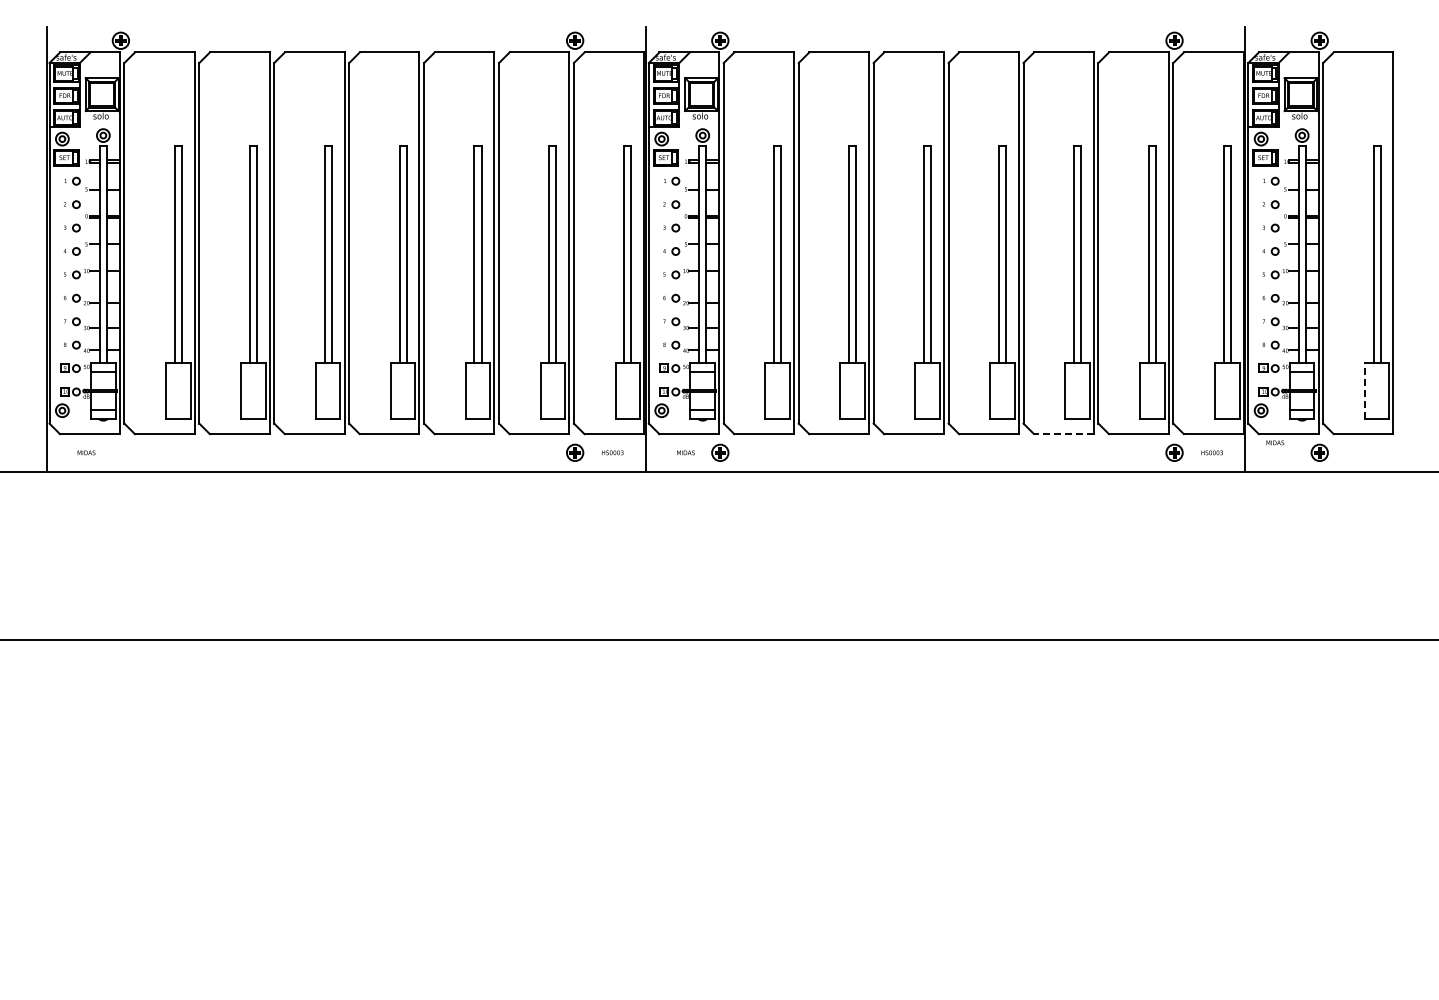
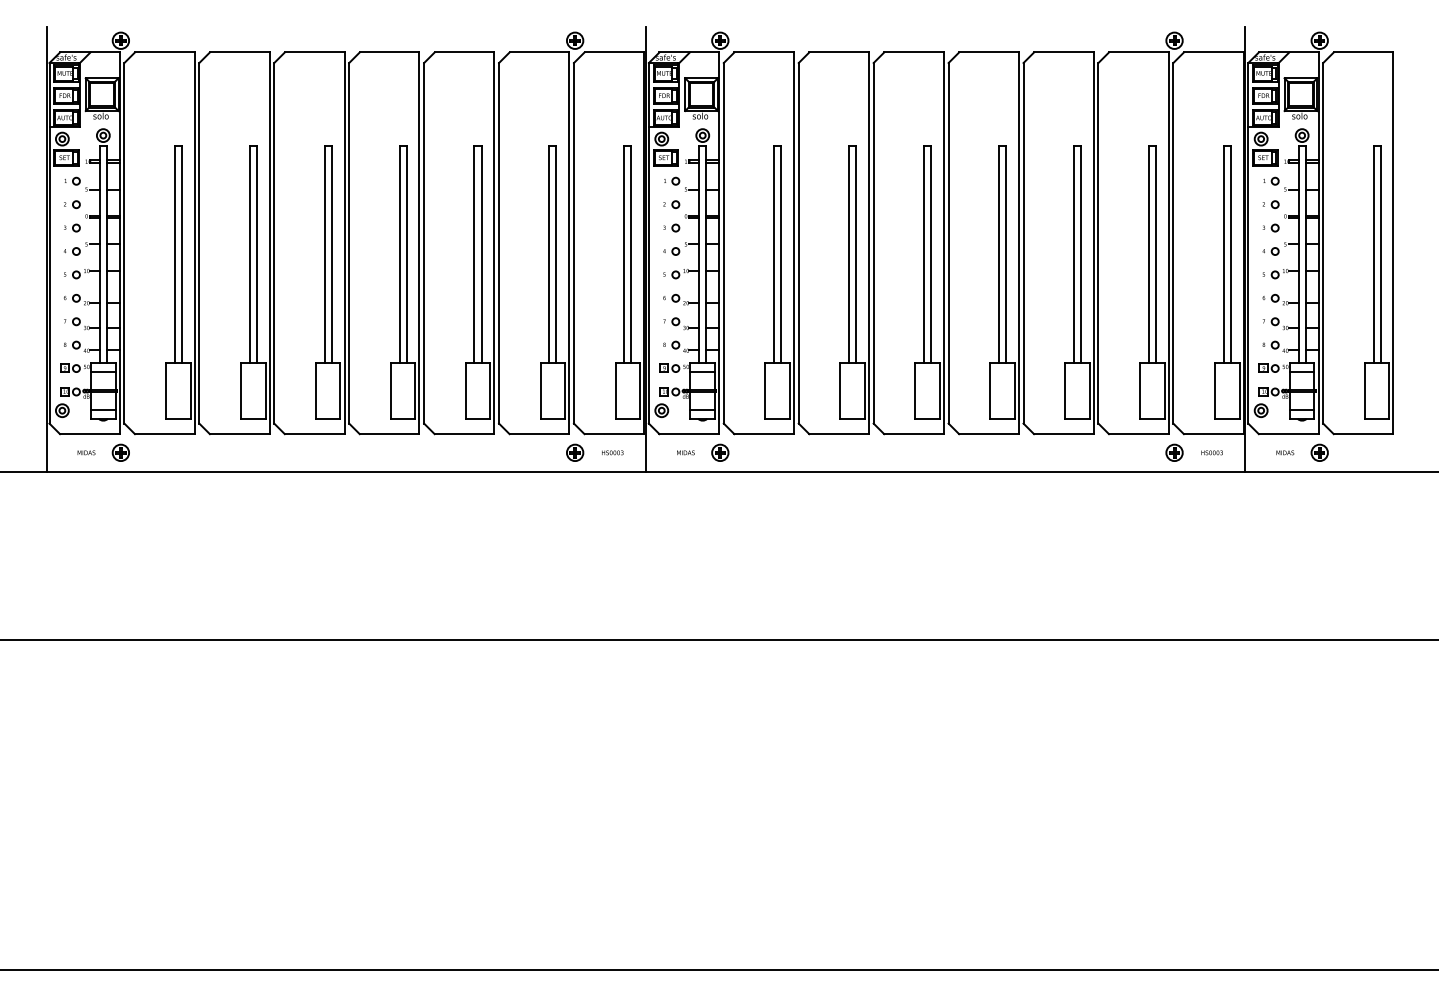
line at (1364, 390): dashed -> solid
line at (1063, 434): dashed -> solid
text at (1275, 442) position: (1275, 442) -> (1285, 452)
part at (120, 452): none -> present
line at (718, 970): none -> present
